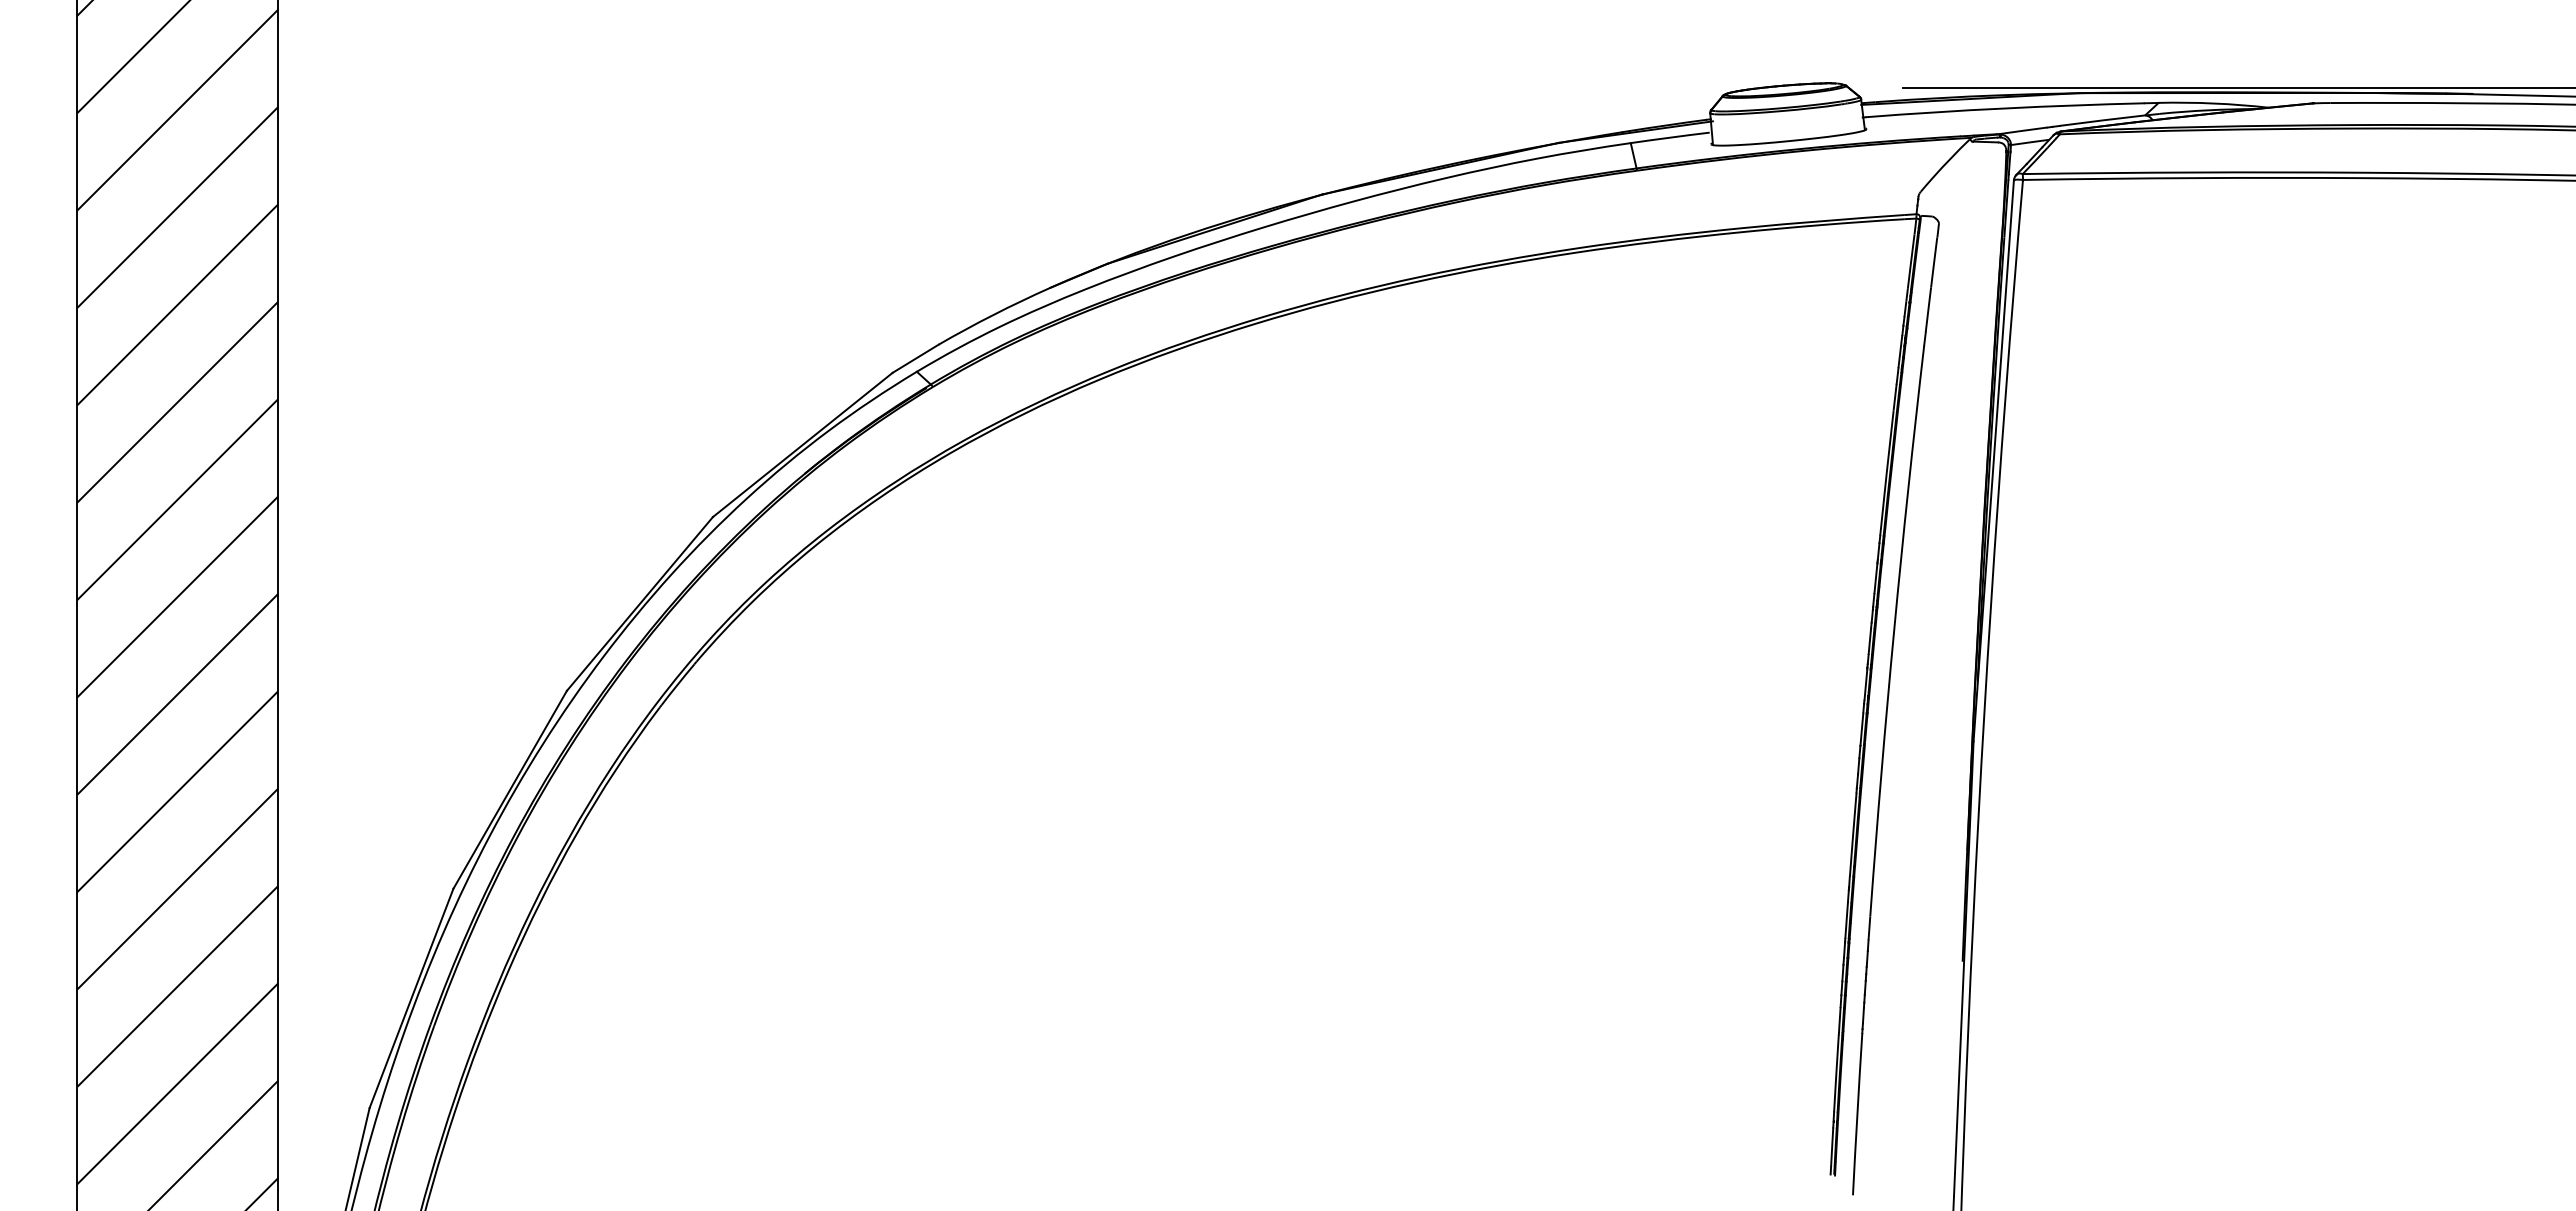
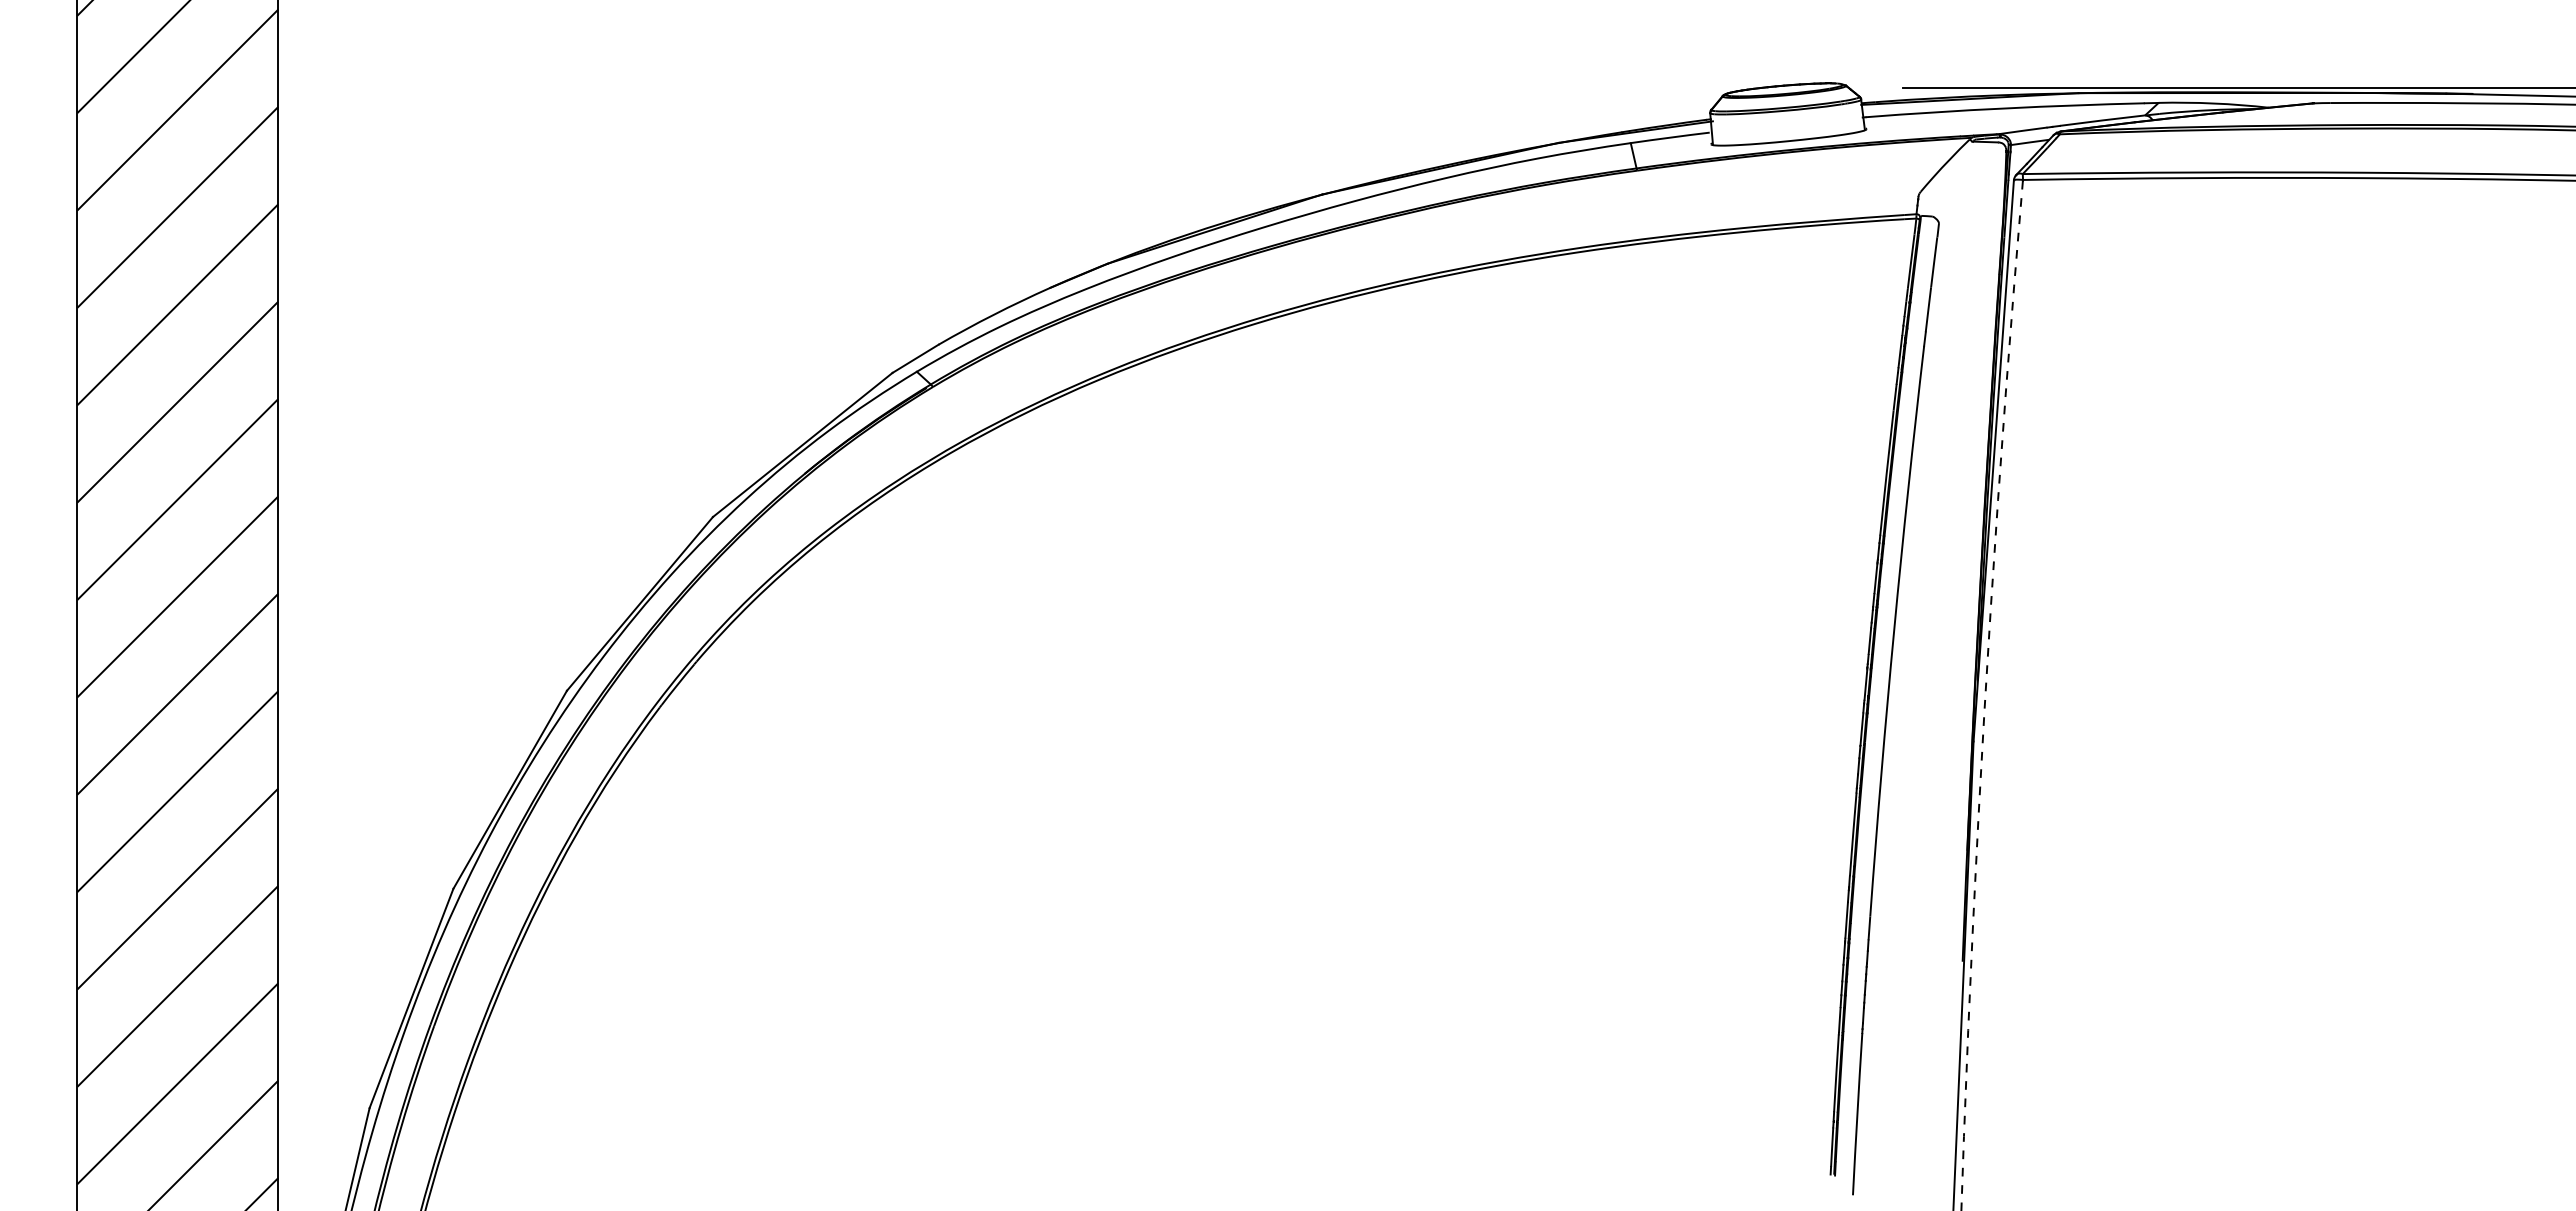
arc at (1985, 695): solid -> dashed
